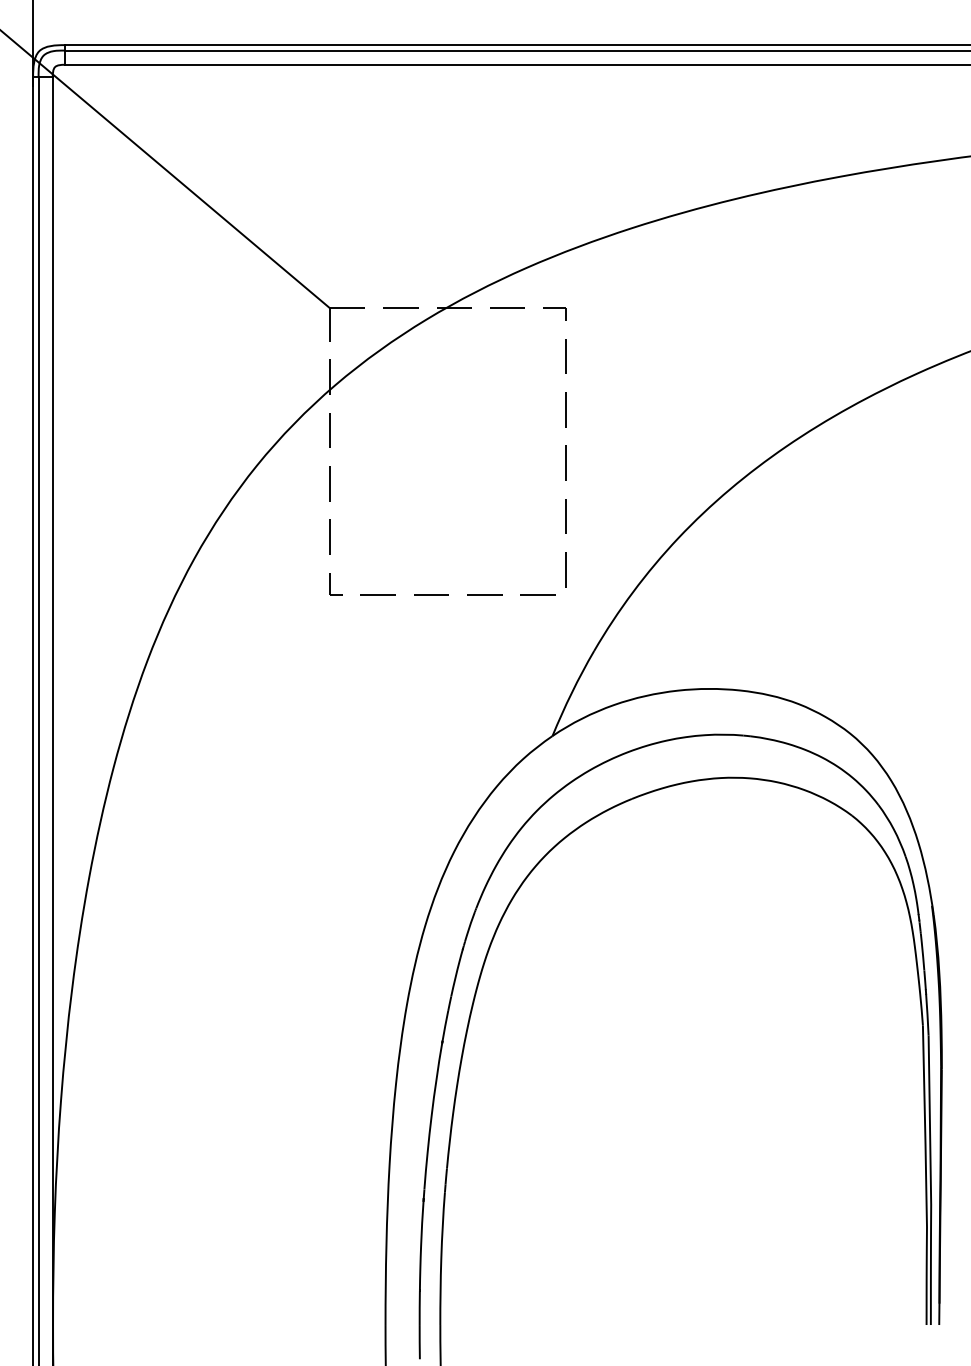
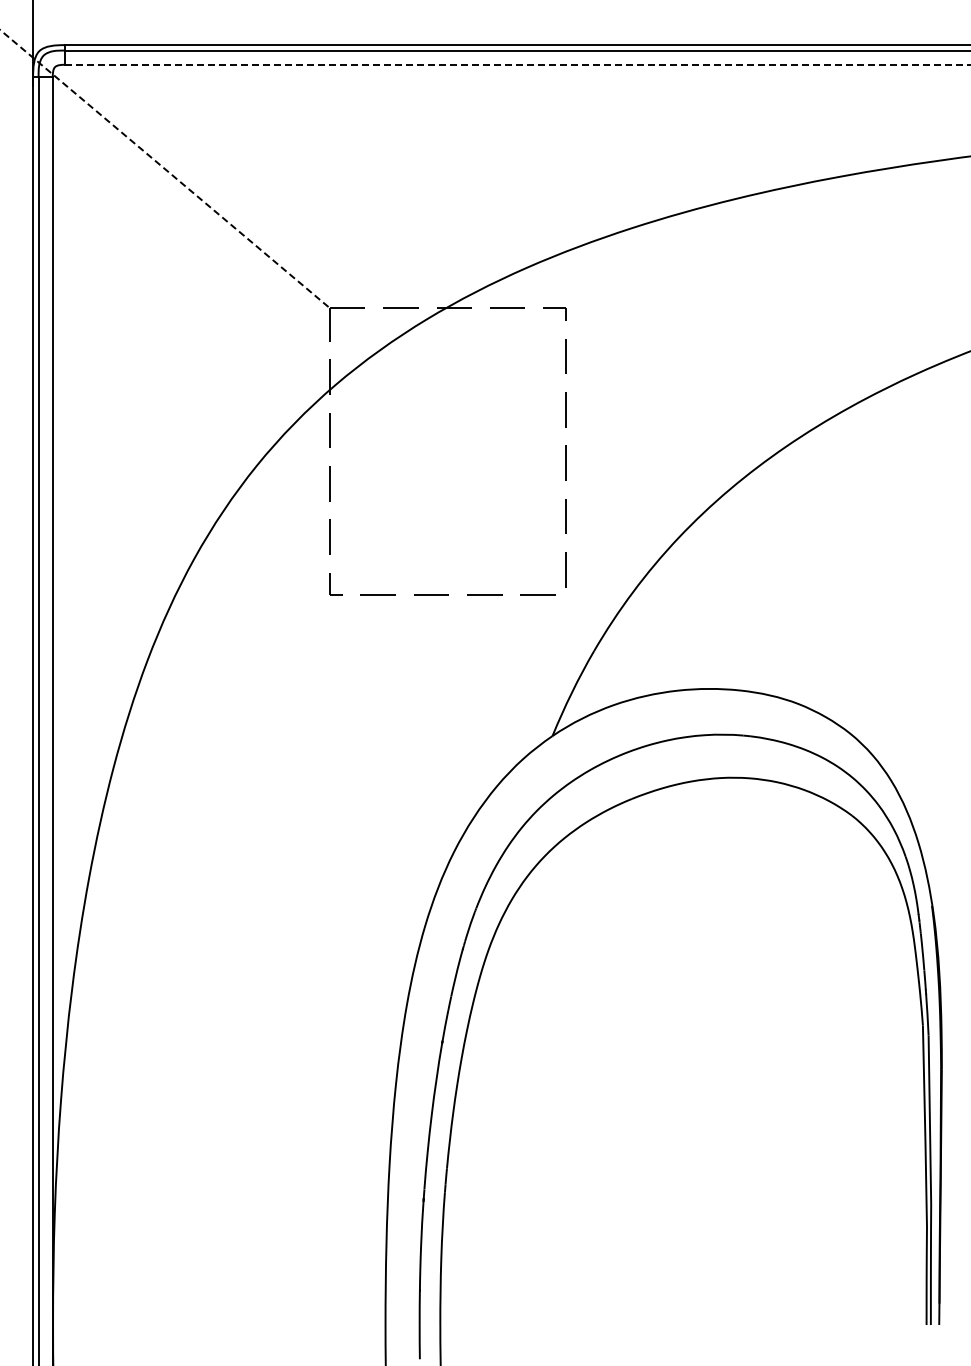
line at (517, 64): solid -> dashed
line at (165, 169): solid -> dashed
